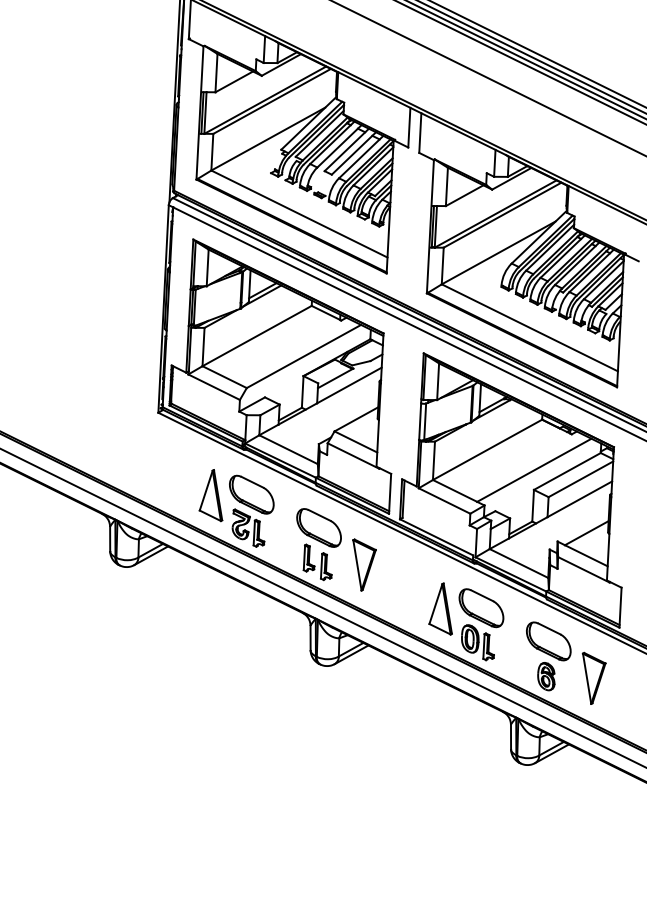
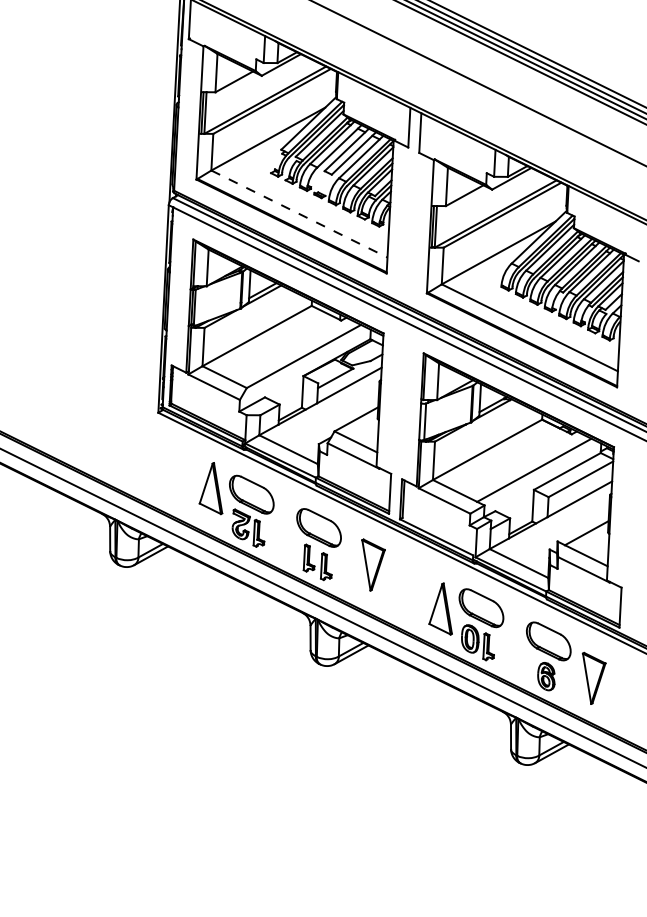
line at (488, 78) position: (488, 78) -> (478, 83)
line at (299, 214): solid -> dashed
part at (210, 495) position: (210, 495) -> (210, 488)
part at (364, 564) position: (364, 564) -> (373, 564)
